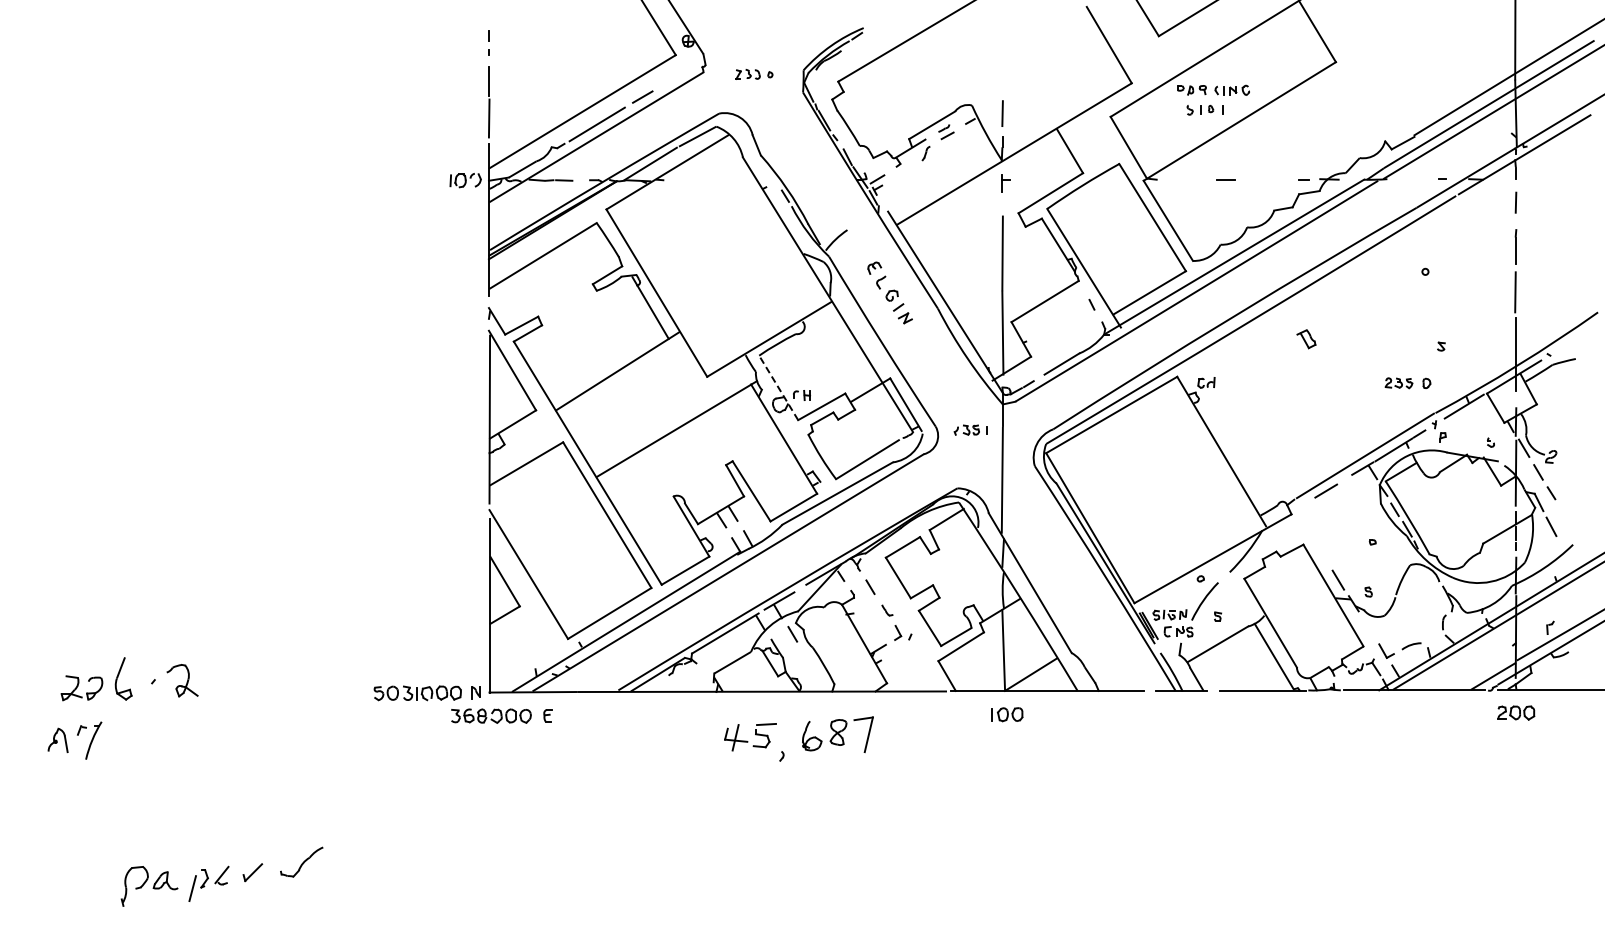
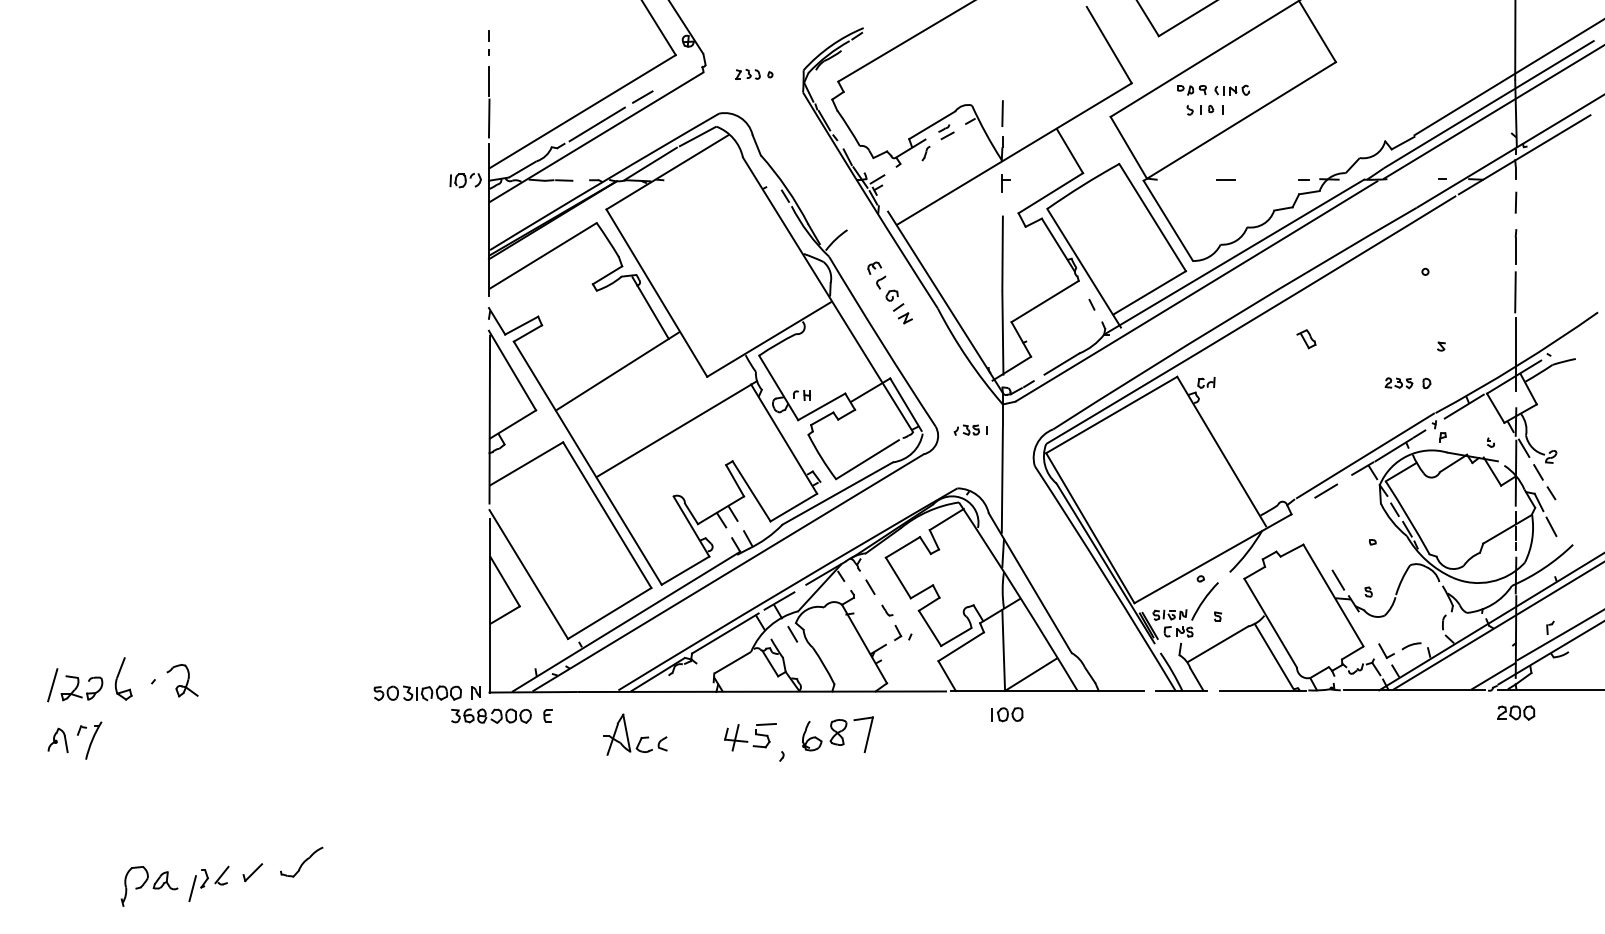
line at (778, 387): dashed -> solid
line at (52, 685): none -> present
part at (635, 734): none -> present
